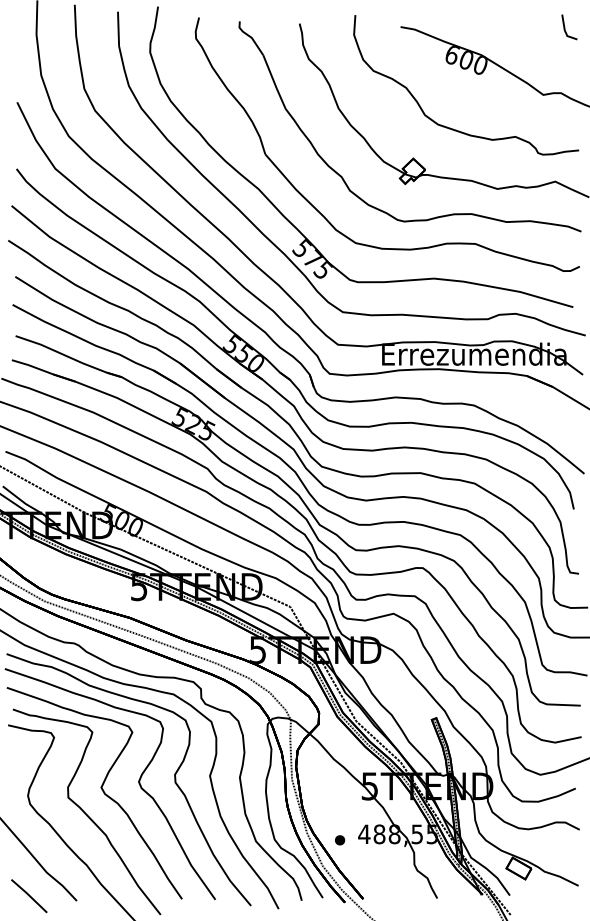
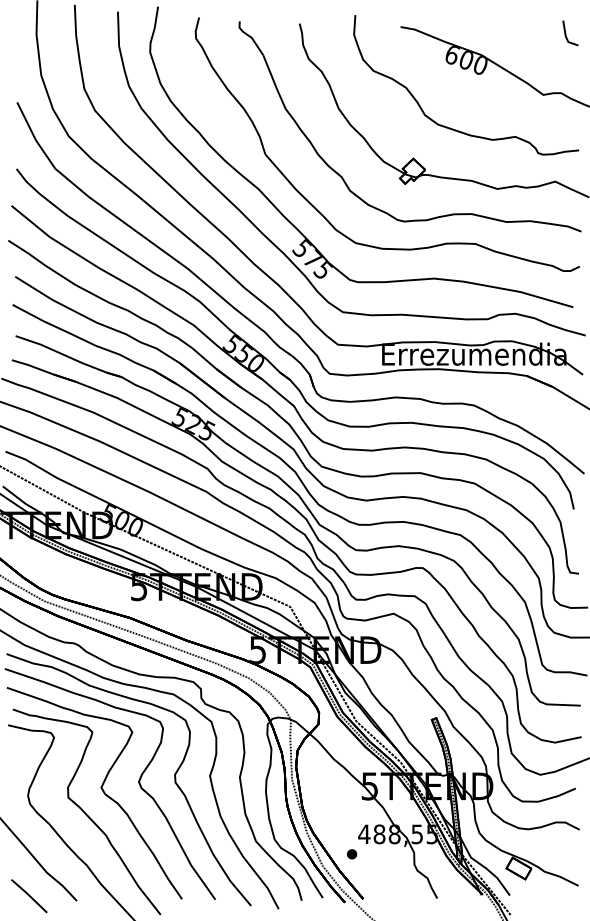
line at (565, 27) position: (565, 27) -> (566, 33)
part at (340, 840) position: (340, 840) -> (352, 854)
